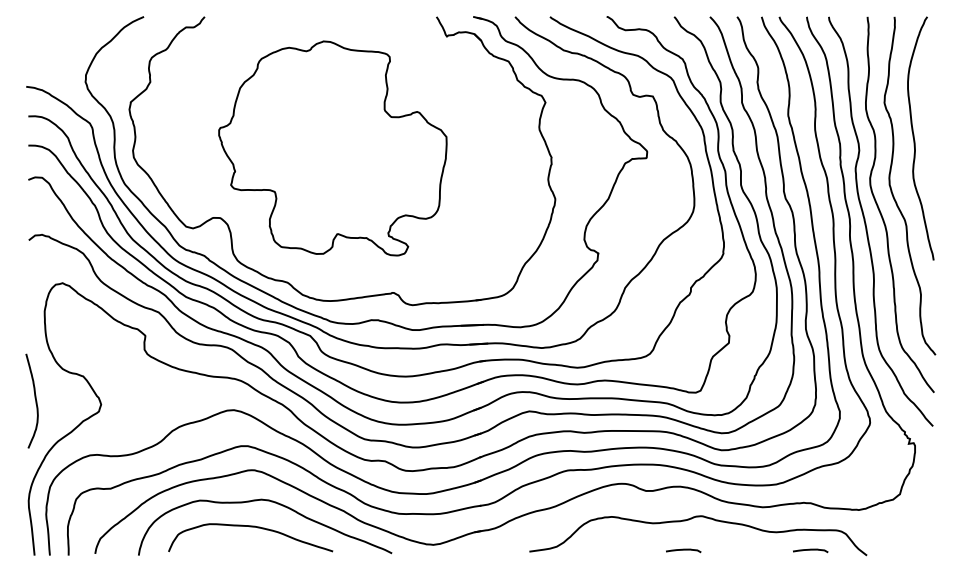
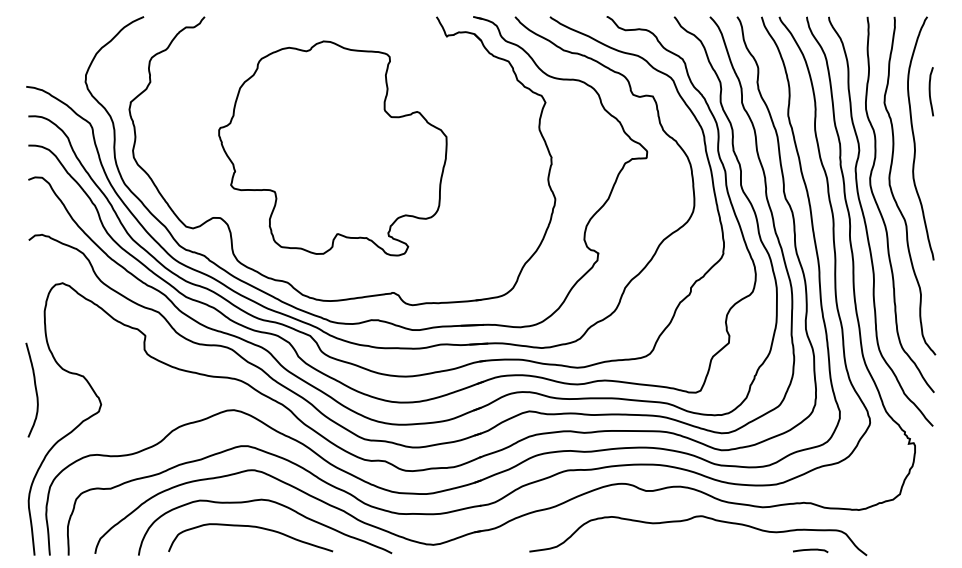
curve at (930, 91): none -> present
curve at (34, 398) position: (34, 398) -> (34, 387)
curve at (683, 550): present -> none
